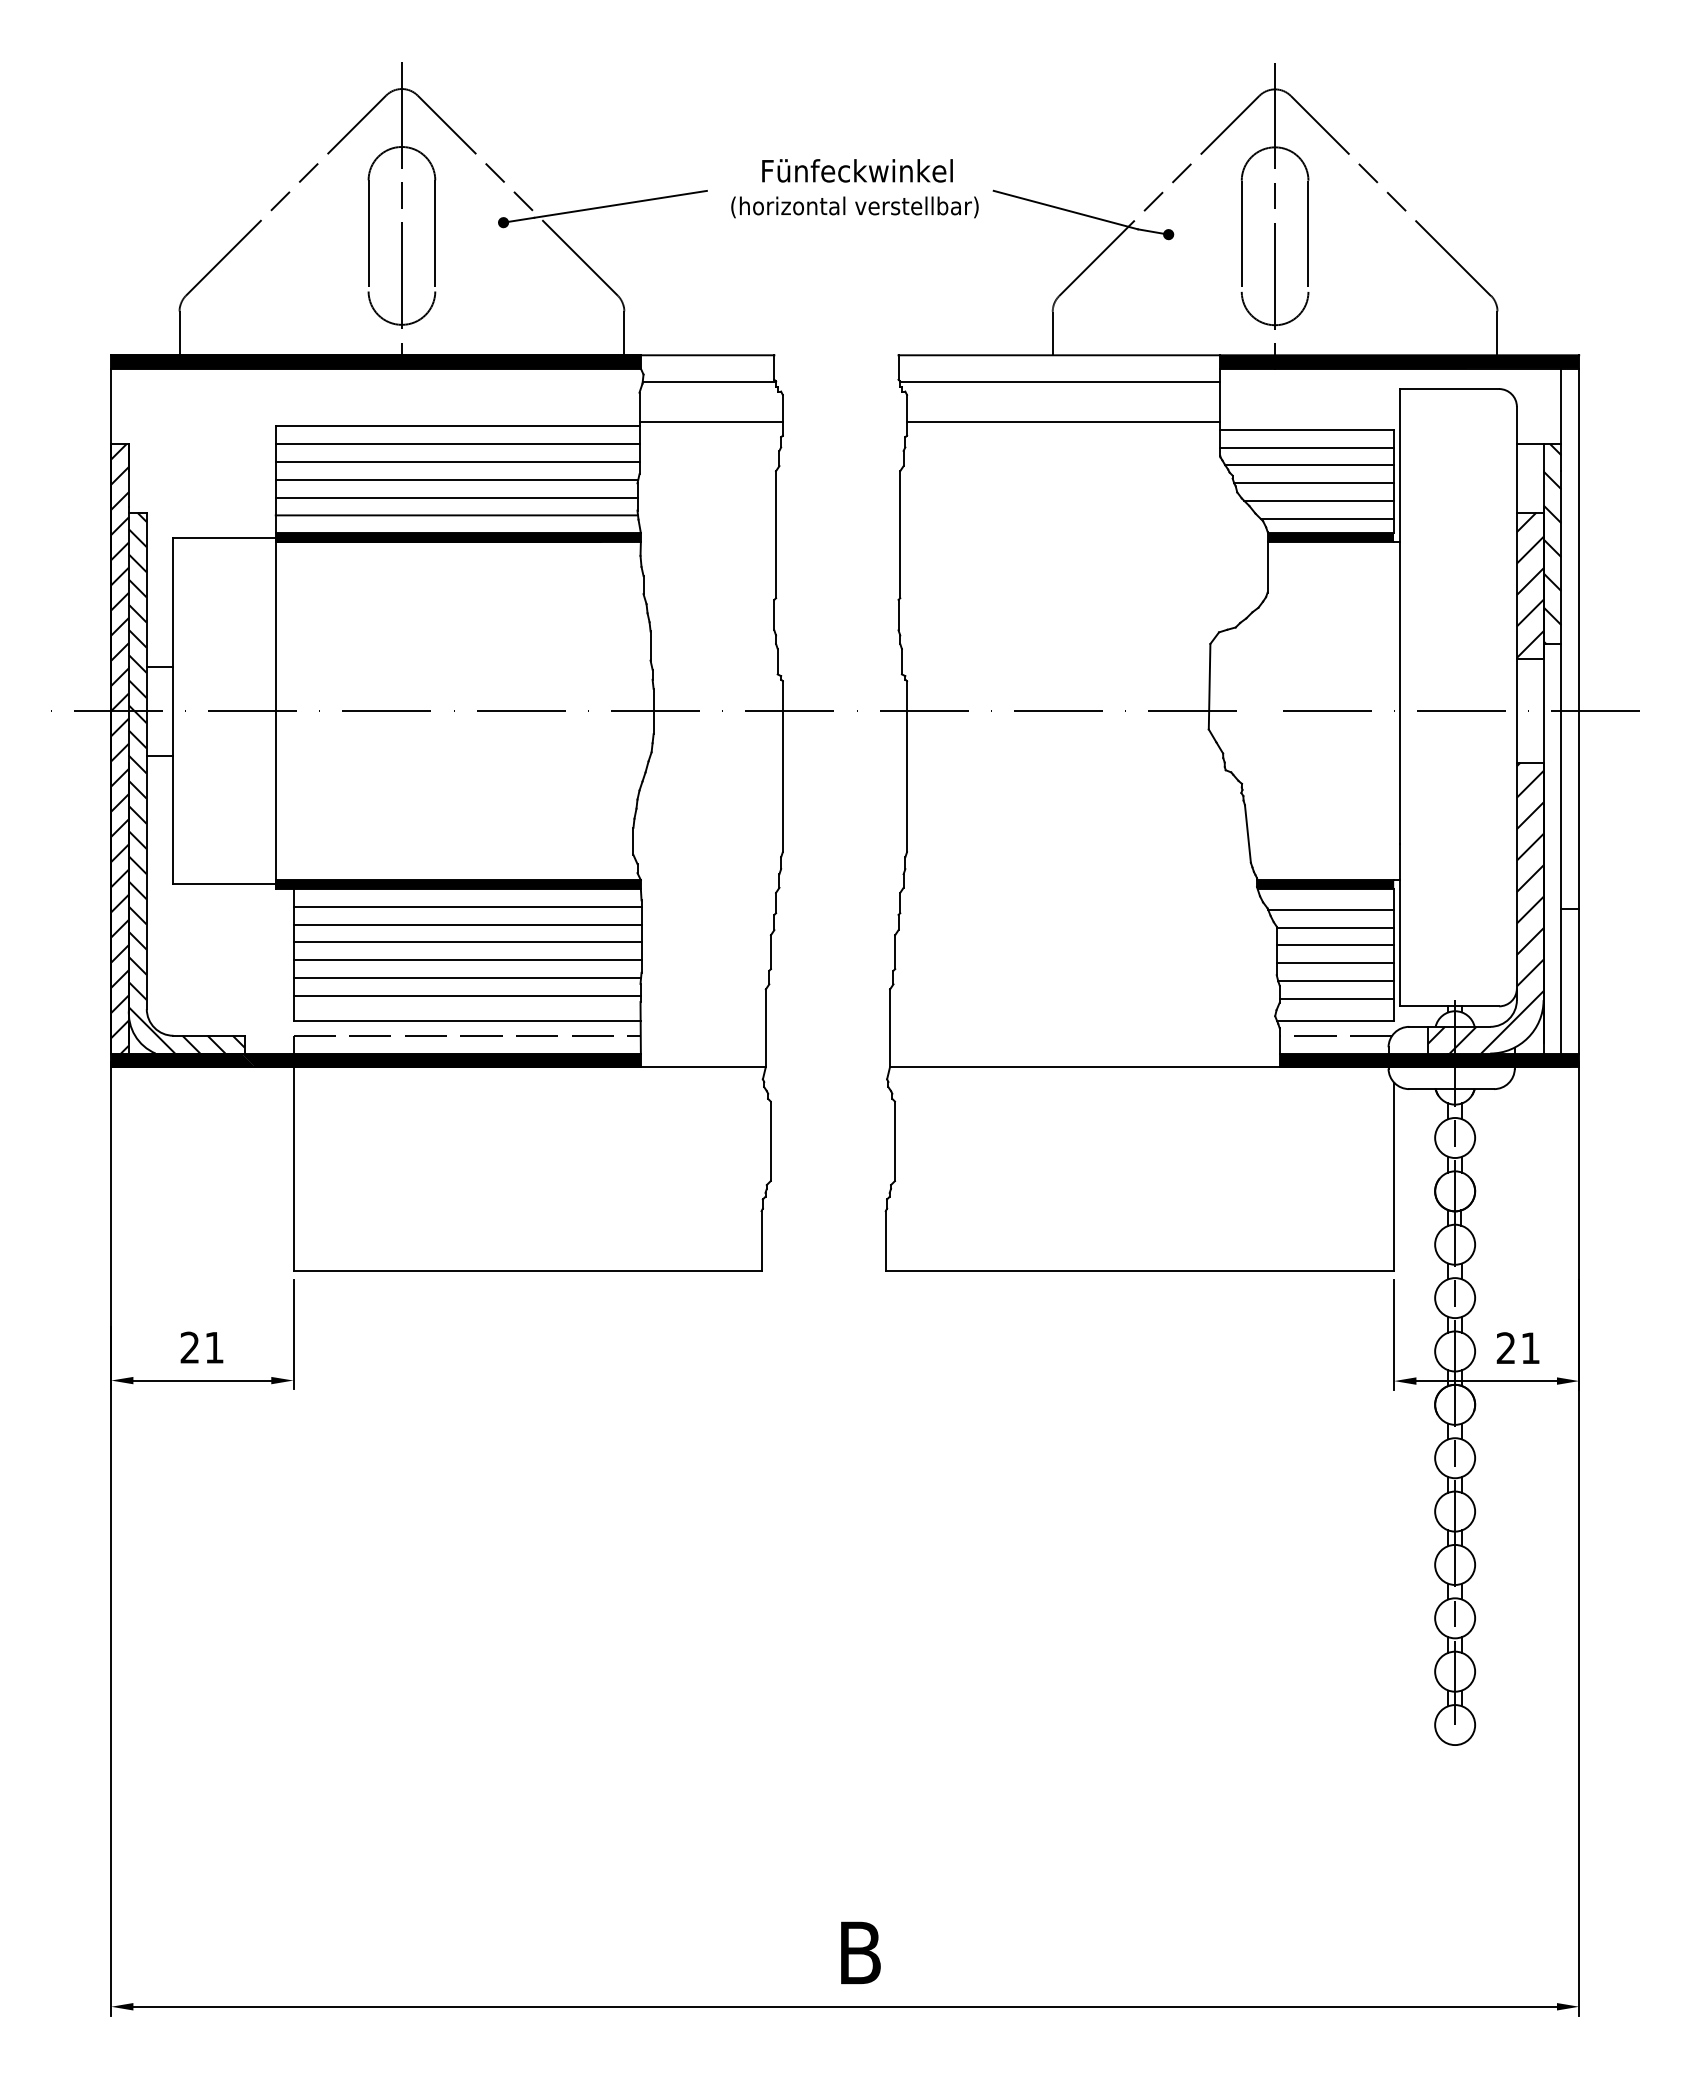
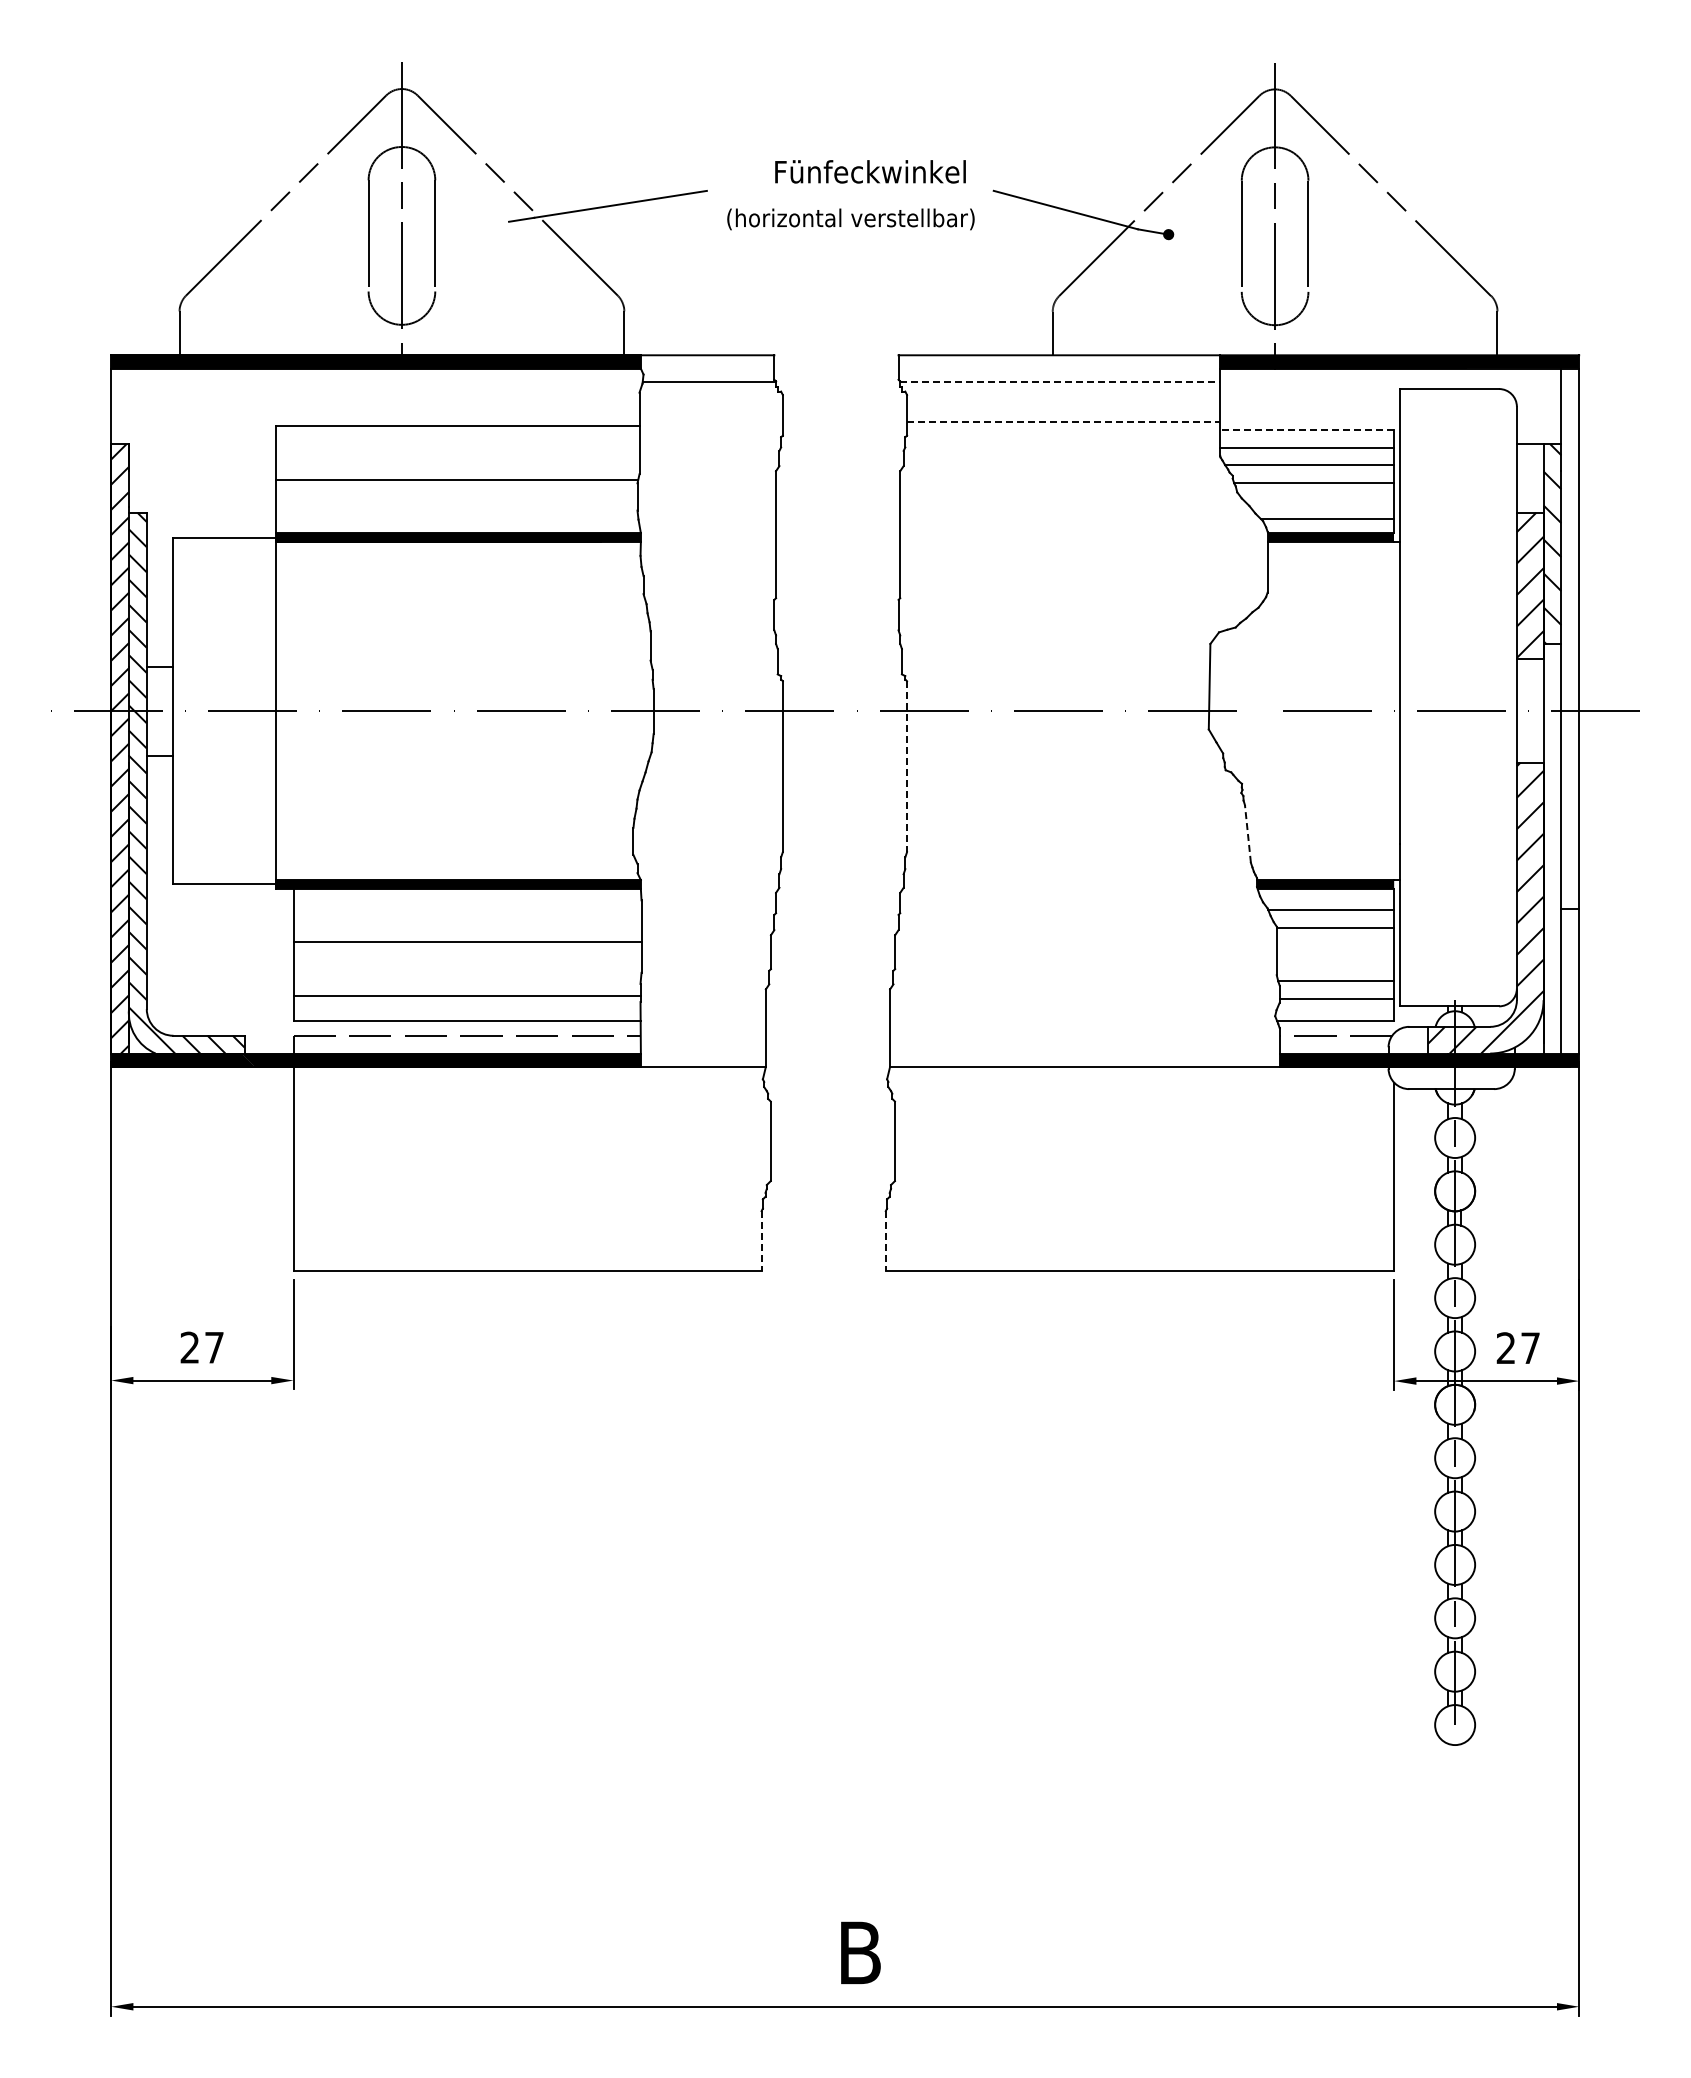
text at (857, 170) position: (857, 170) -> (870, 171)
text at (854, 207) position: (854, 207) -> (850, 219)
fill at (503, 222): present -> none
line at (1060, 381): solid -> dashed
line at (710, 422): present -> none
line at (1063, 422): solid -> dashed
line at (1307, 429): solid -> dashed
line at (457, 444): present -> none
line at (457, 462): present -> none
line at (456, 497): present -> none
line at (1319, 500): present -> none
line at (456, 515): present -> none
line at (907, 766): solid -> dashed
line at (1247, 833): solid -> dashed
line at (467, 906): present -> none
line at (467, 924): present -> none
line at (1335, 945): present -> none
line at (467, 960): present -> none
line at (1335, 963): present -> none
line at (467, 977): present -> none
line at (761, 1241): solid -> dashed
line at (885, 1241): solid -> dashed
text at (214, 1347): 21 -> 27
text at (1530, 1347): 21 -> 27
